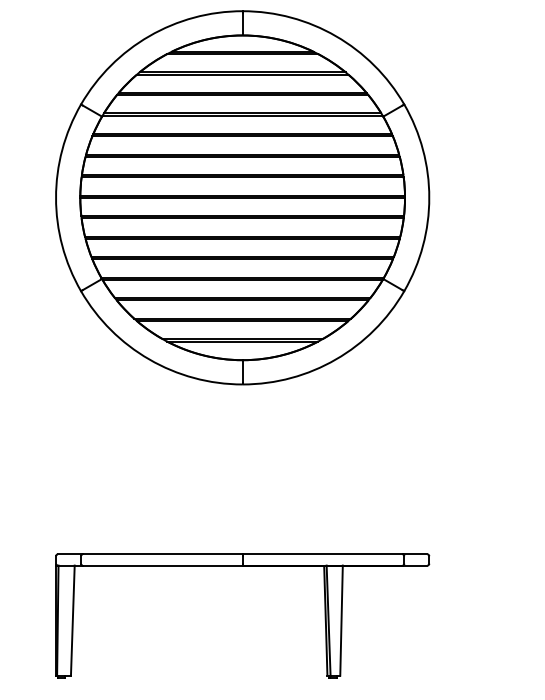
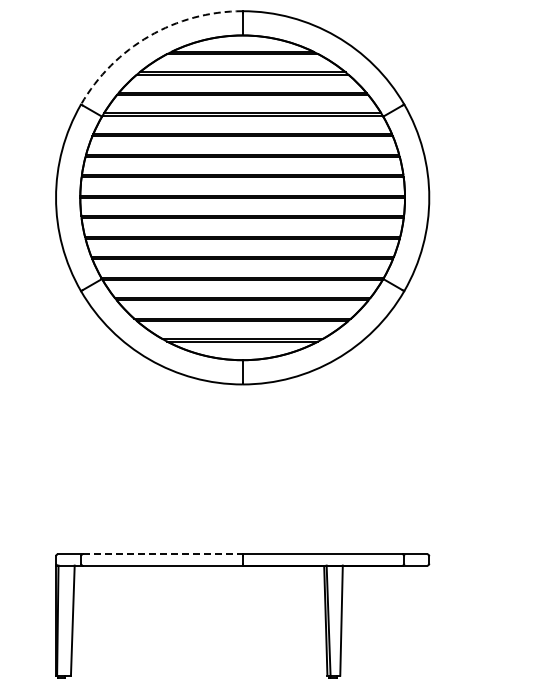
arc at (149, 36): solid -> dashed
line at (163, 554): solid -> dashed
